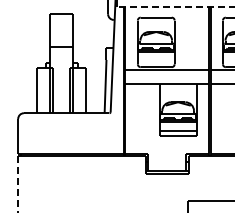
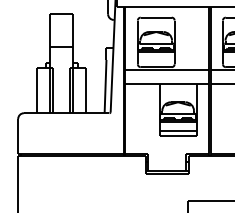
line at (175, 6): dashed -> solid
line at (18, 184): dashed -> solid
